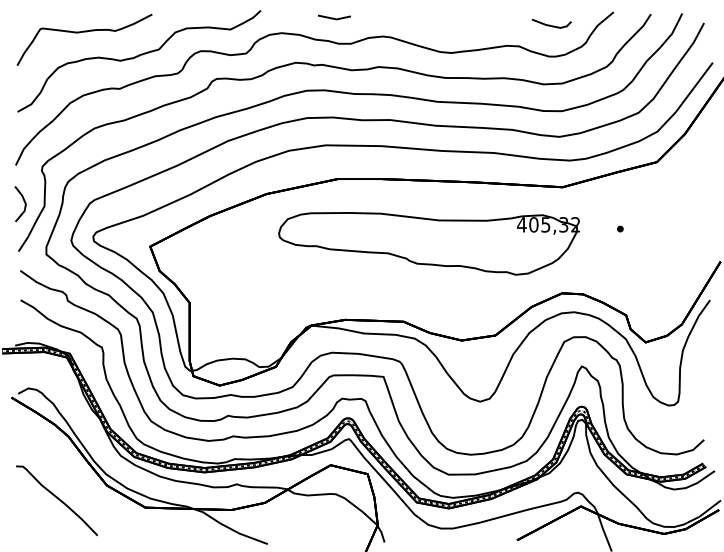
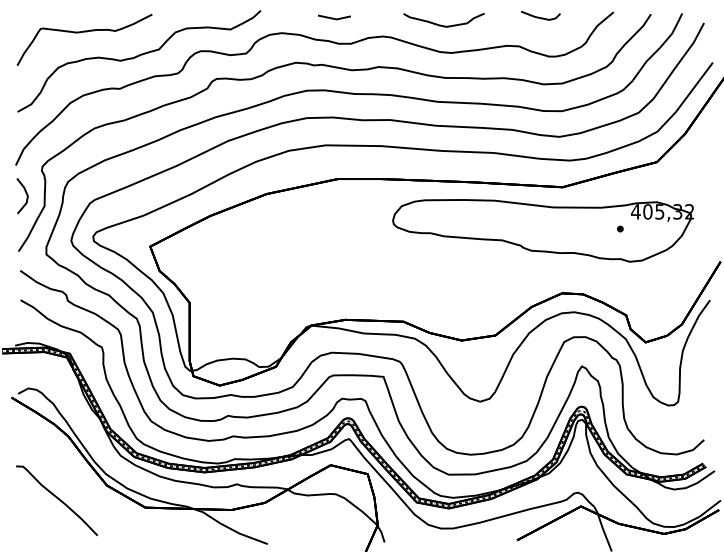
curve at (440, 24): none -> present
line at (551, 25) position: (551, 25) -> (540, 17)
line at (24, 203) position: (24, 203) -> (26, 195)
part at (428, 243) position: (428, 243) -> (542, 230)
